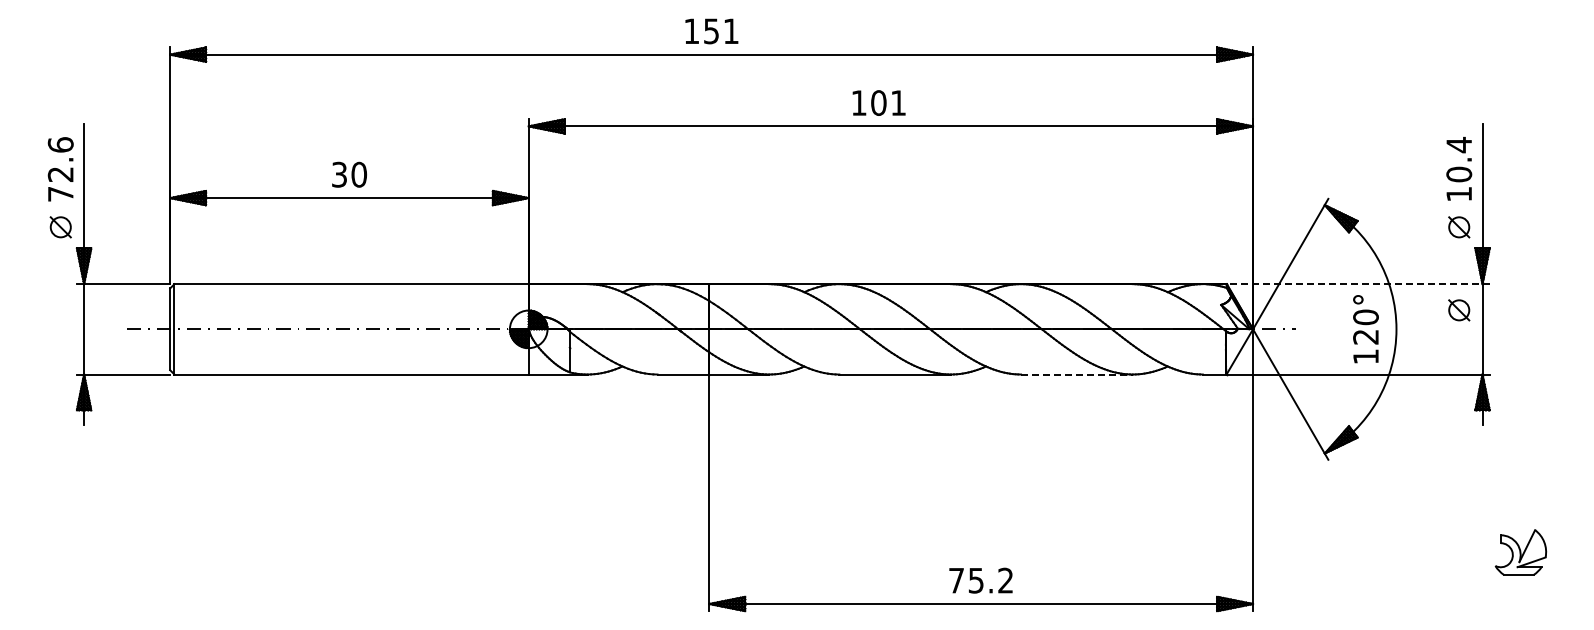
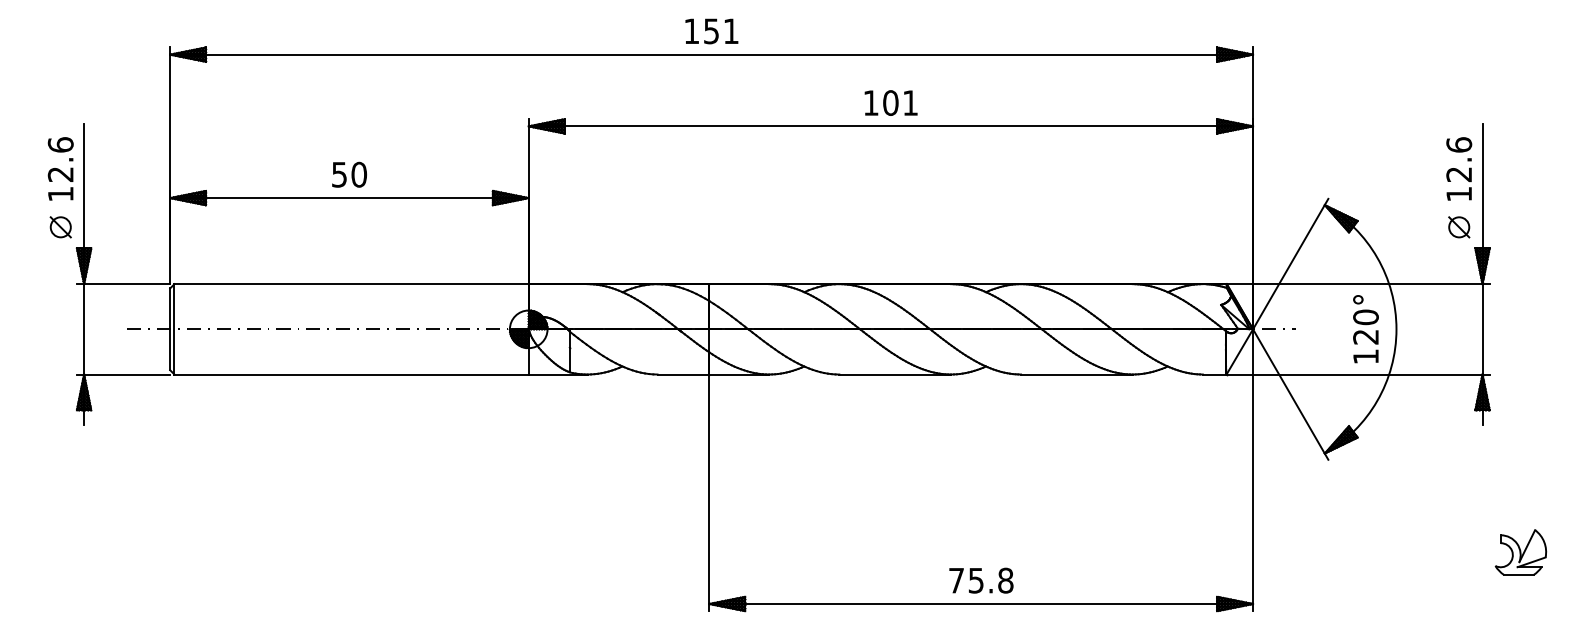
text at (878, 102) position: (878, 102) -> (890, 102)
text at (1459, 159): 10.4 -> 12.6
text at (339, 174): 30 -> 50
text at (60, 194): 72.6 -> 12.6
line at (1357, 284): dashed -> solid
part at (1459, 310): present -> none
line at (1076, 374): dashed -> solid
text at (1005, 580): 75.2 -> 75.8
